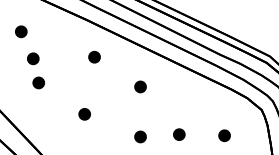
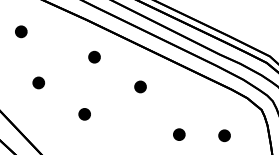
part at (33, 58): present -> none
part at (140, 136): present -> none
